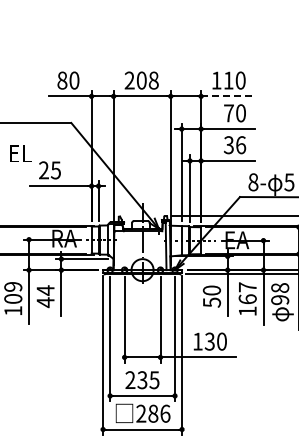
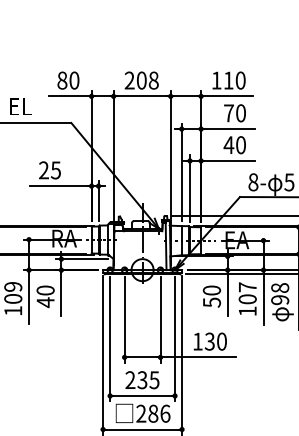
line at (227, 96): dashed -> solid
text at (234, 145): 36 -> 40
text at (20, 153) position: (20, 153) -> (20, 106)
text at (45, 290): 44 -> 40
text at (247, 299): 167 -> 107
